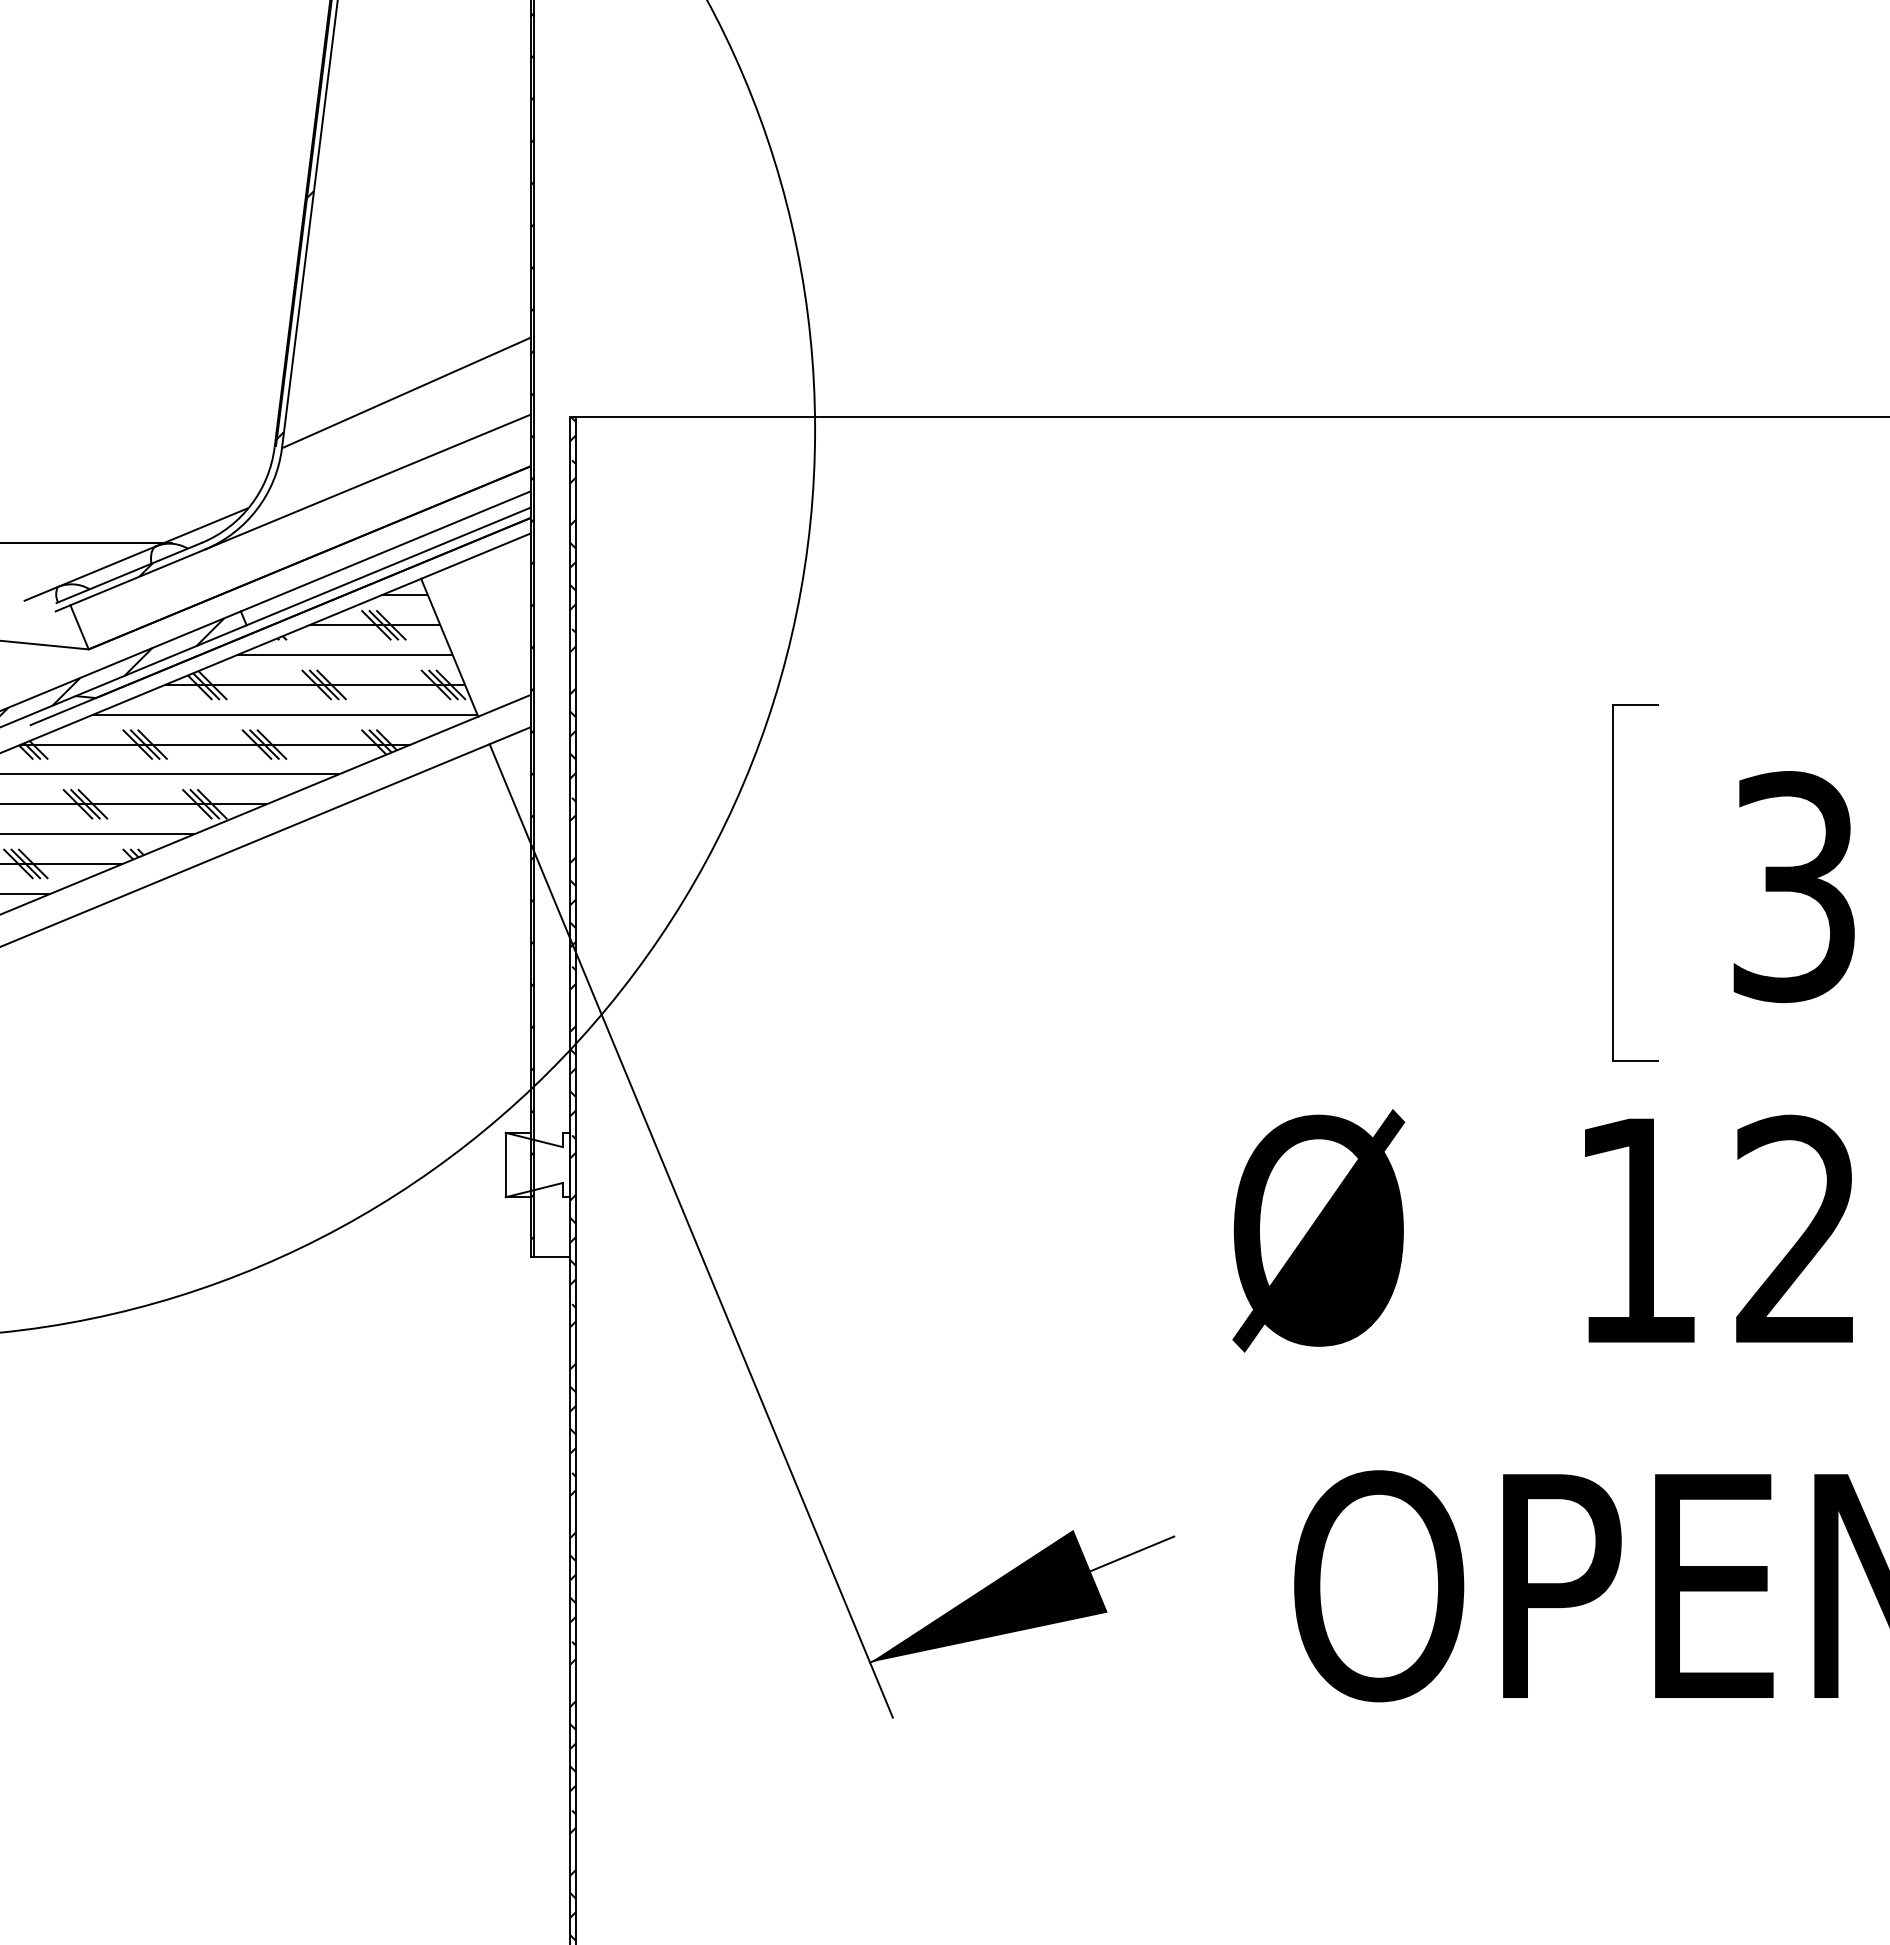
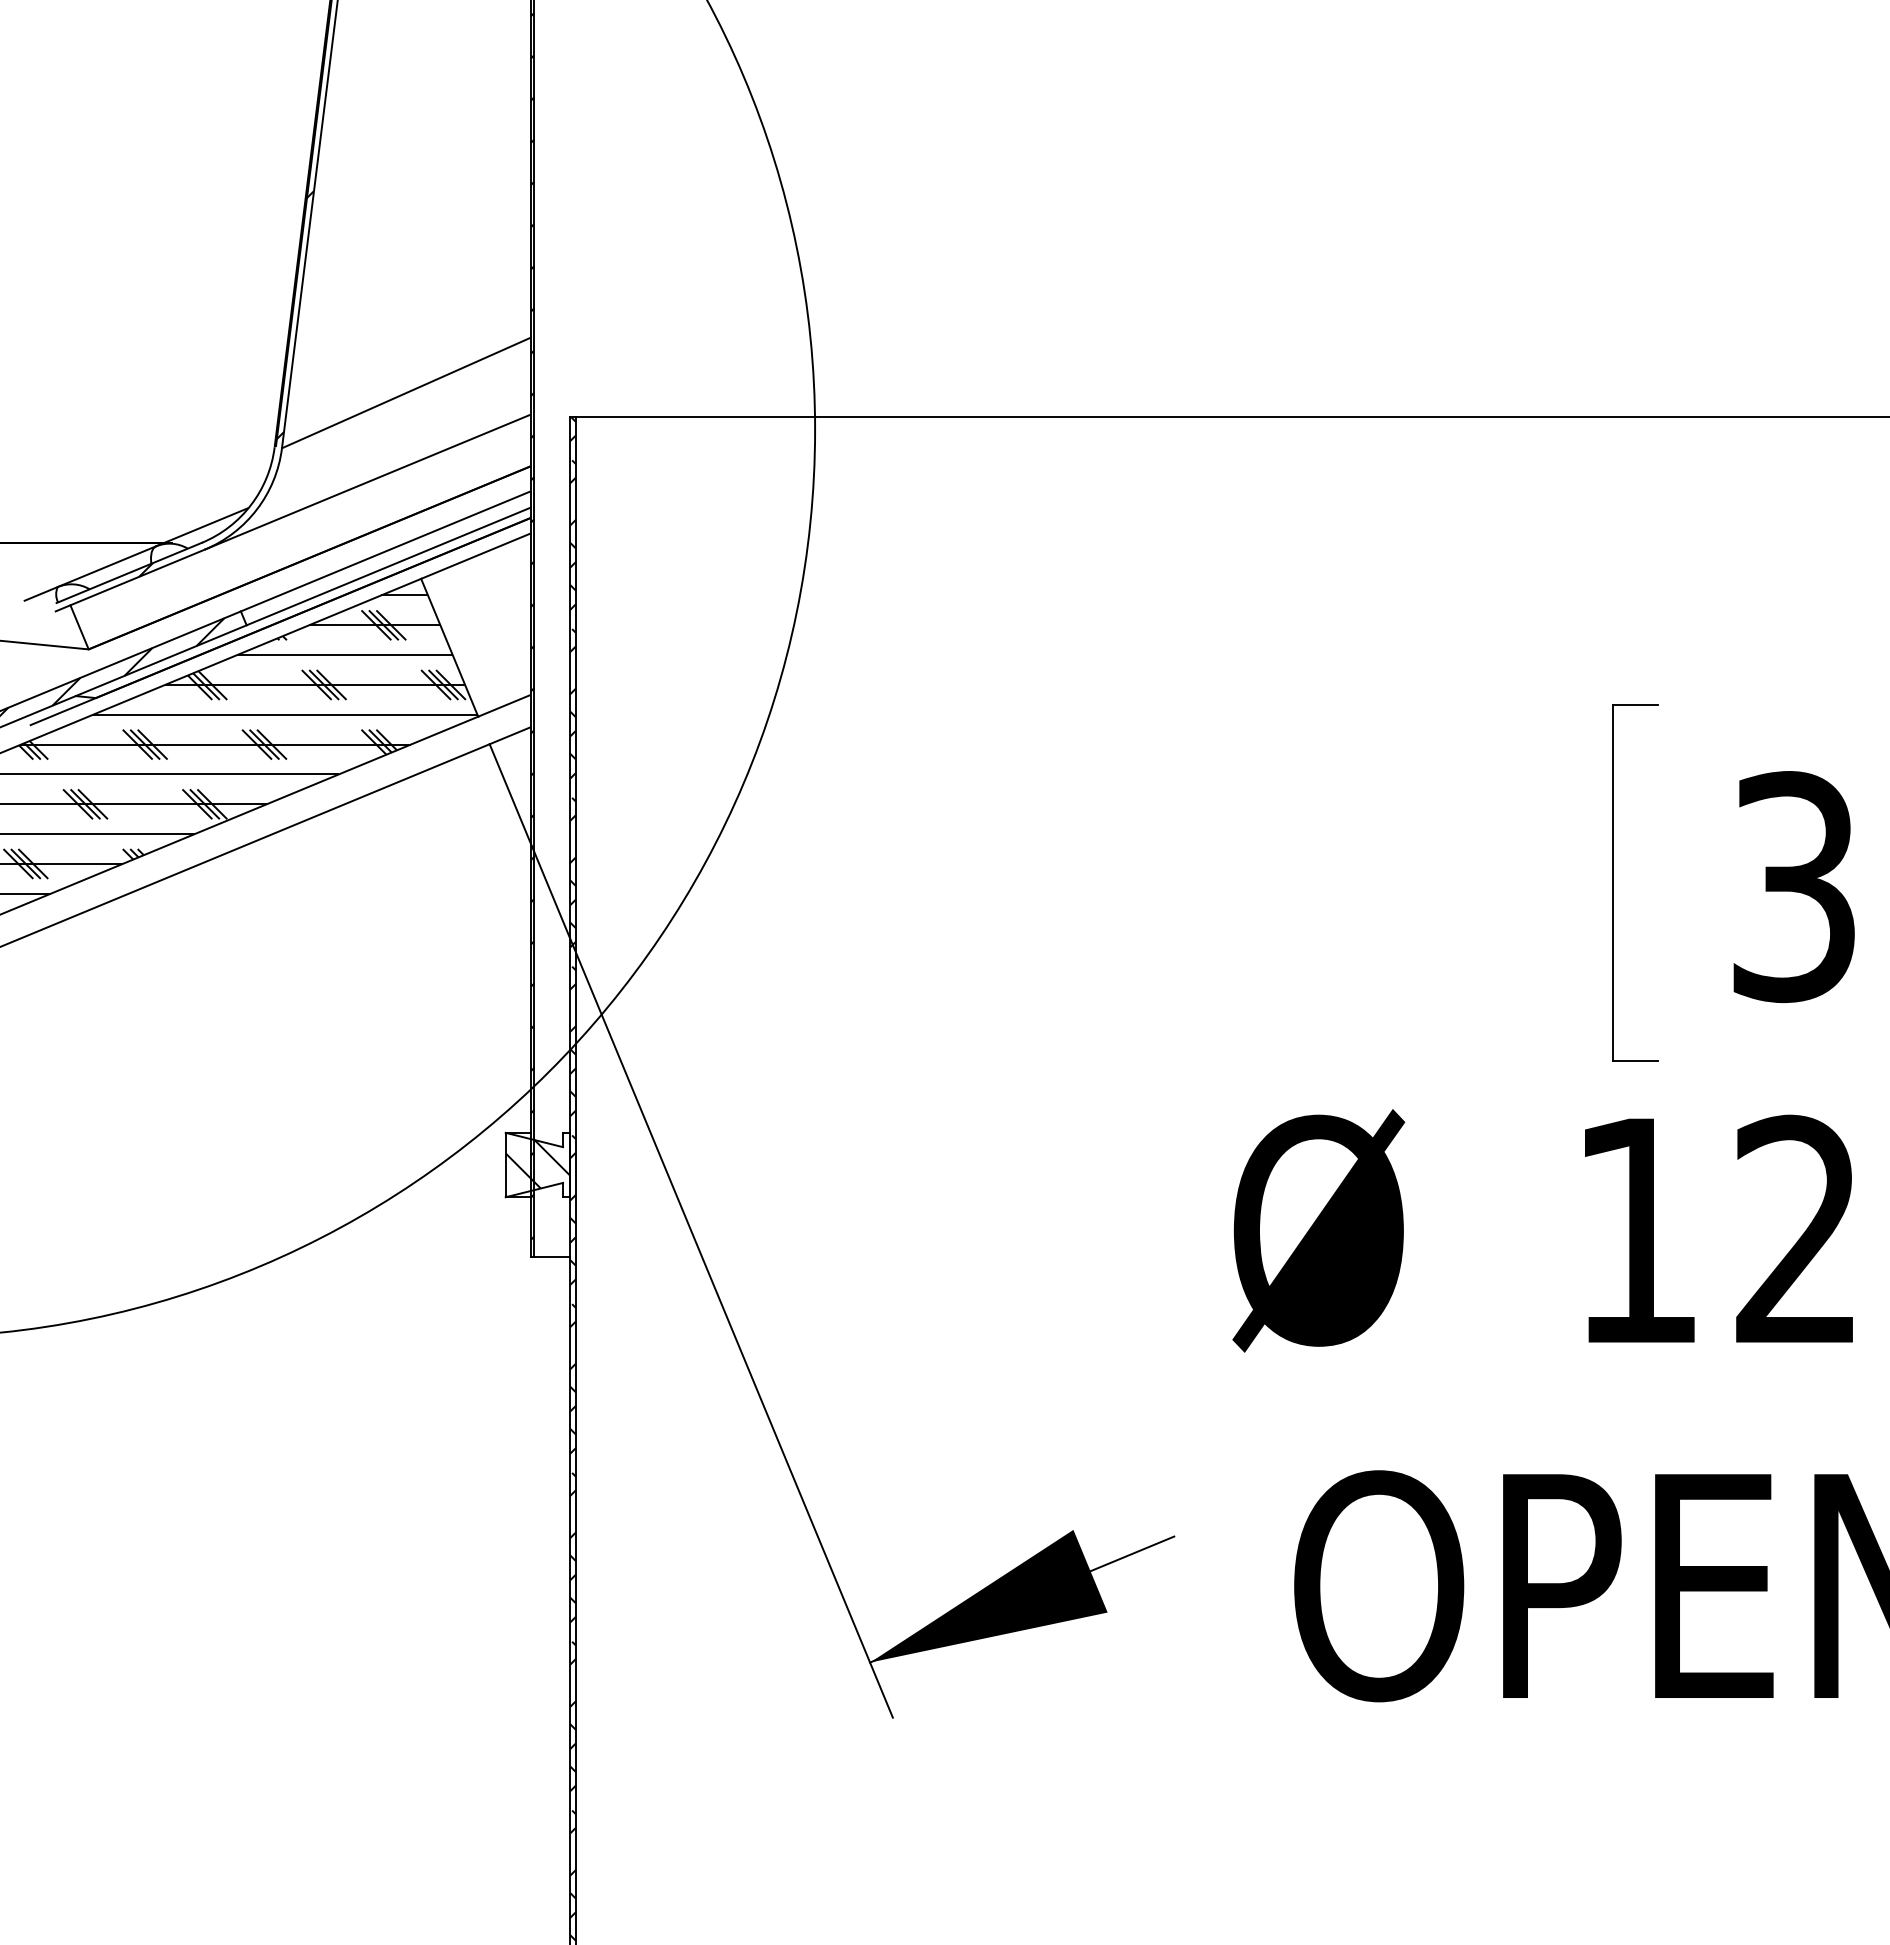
hatch at (537, 1164): none -> present
